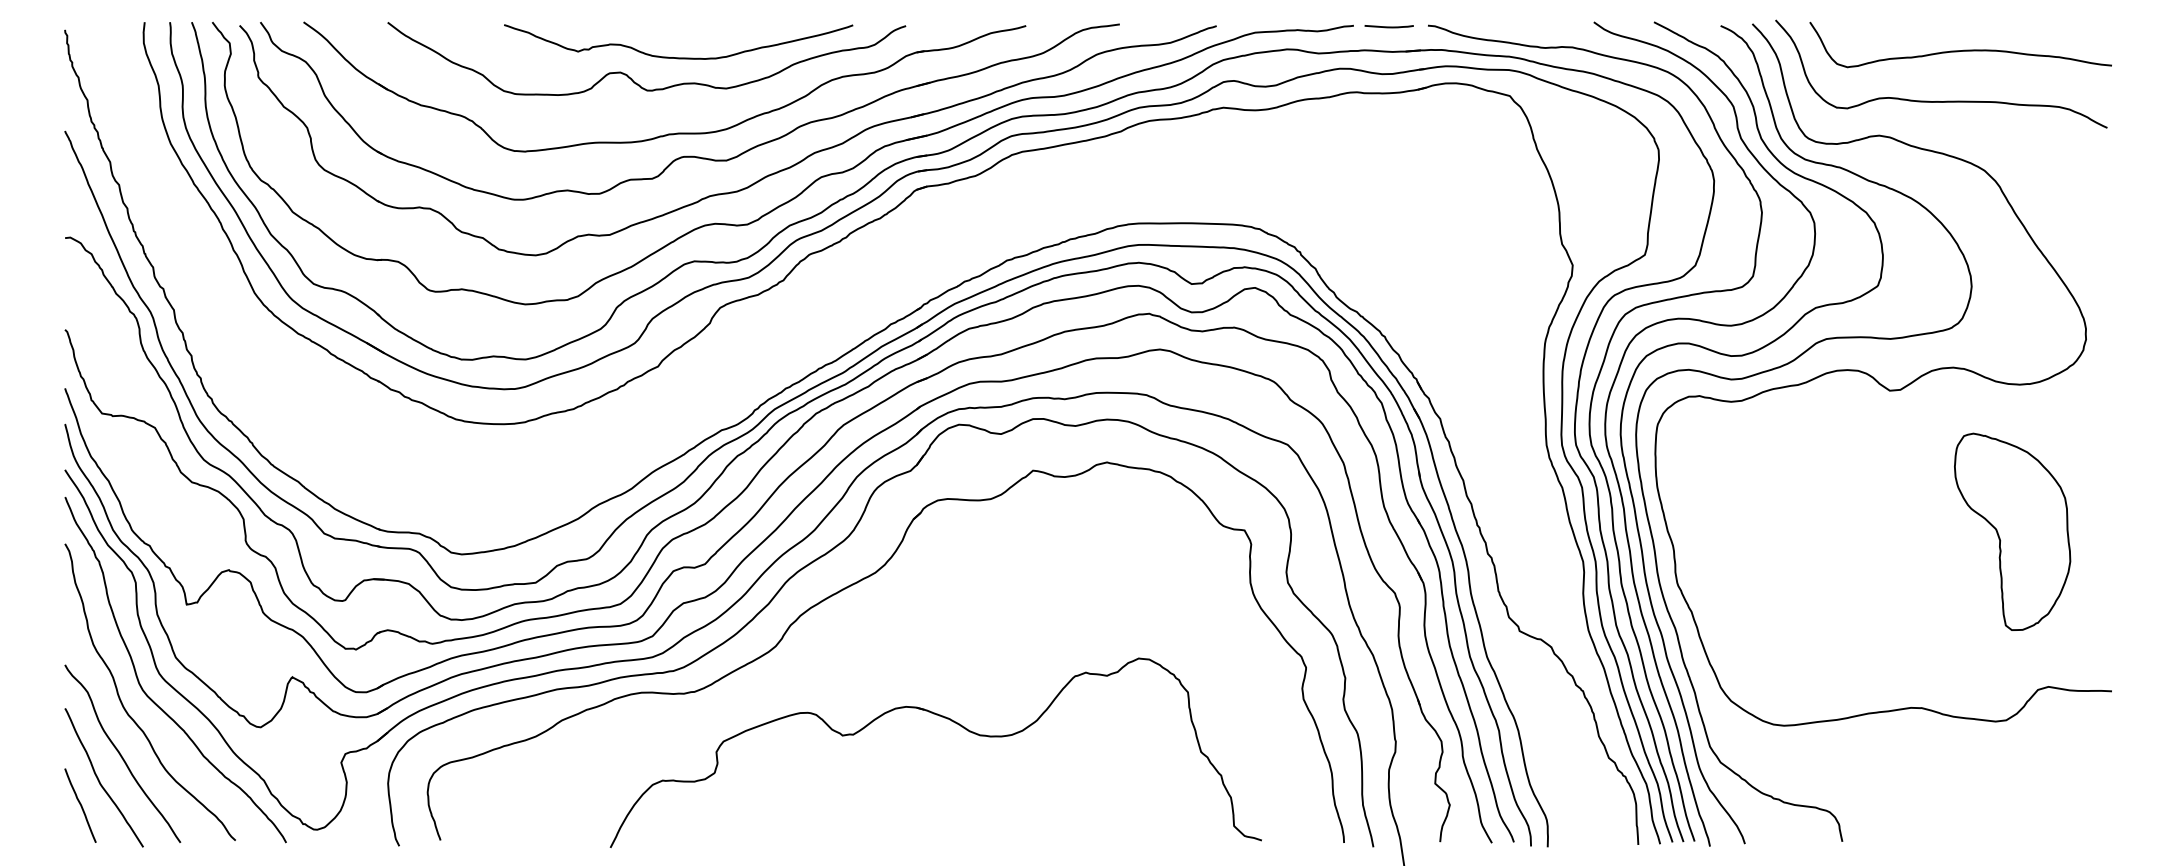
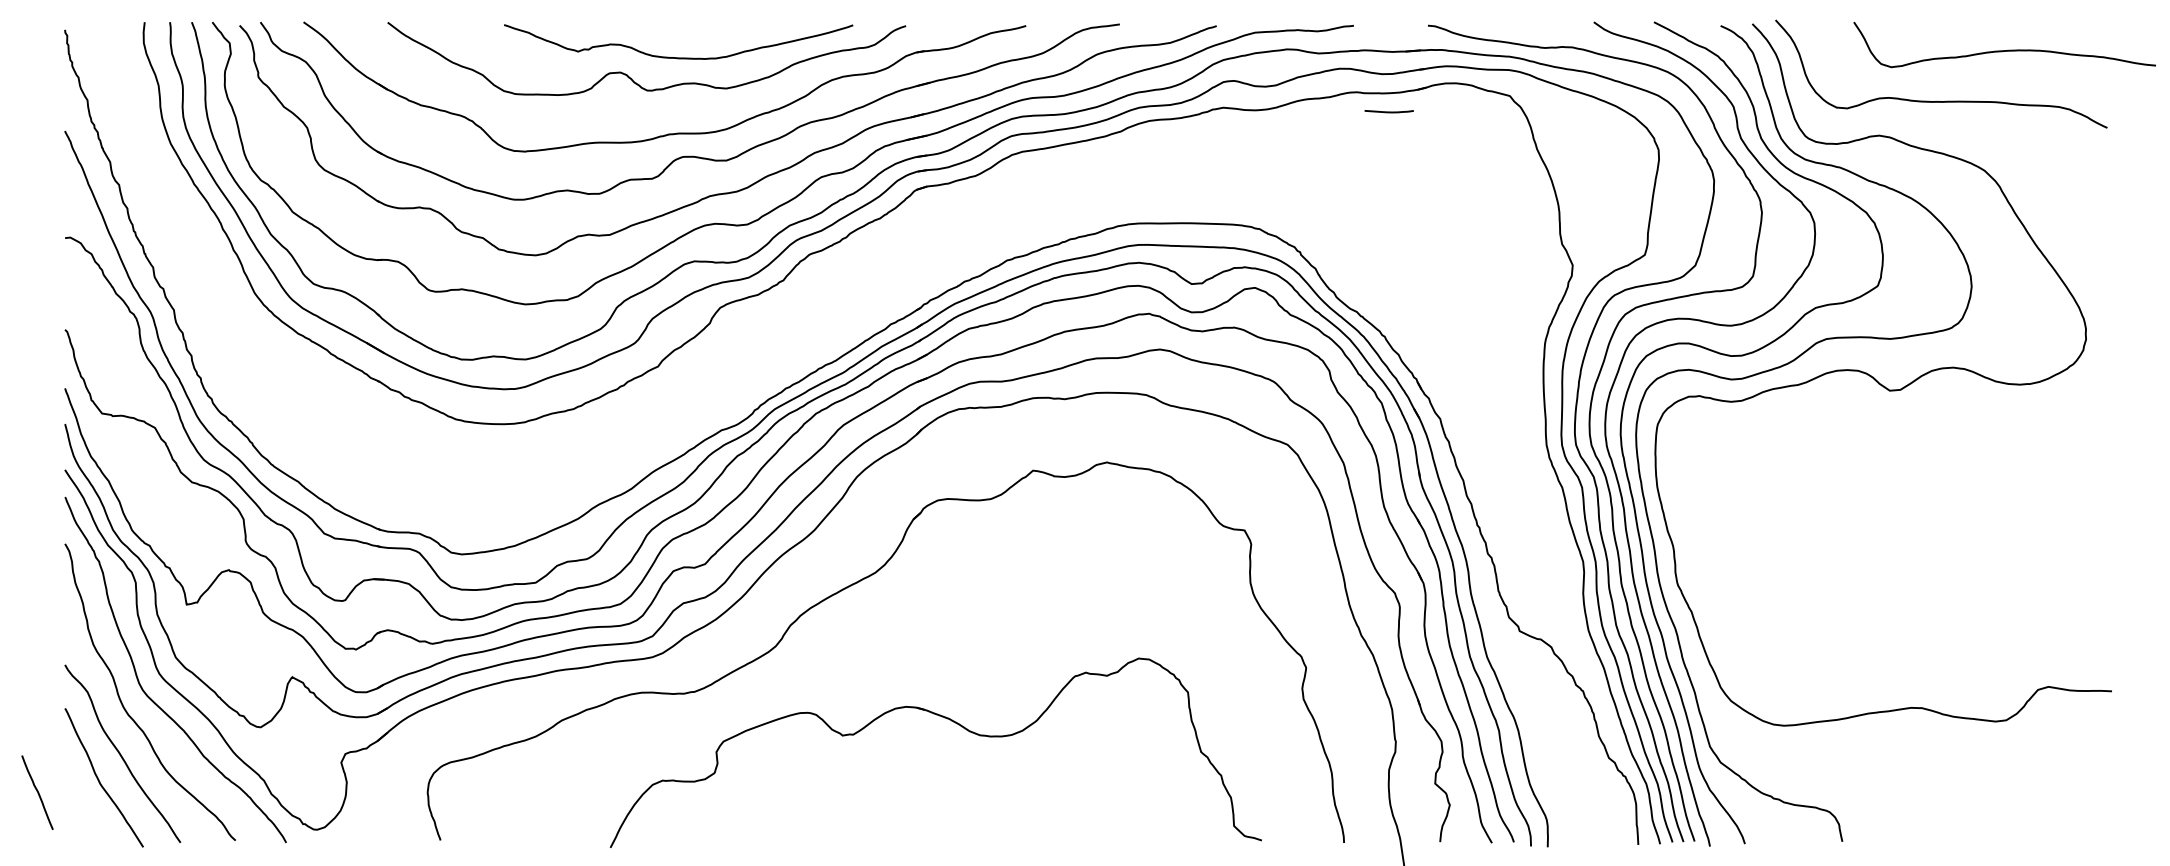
line at (1388, 26) position: (1388, 26) -> (1388, 111)
curve at (1963, 49) position: (1963, 49) -> (2007, 49)
part at (2012, 531): present -> none
part at (828, 553): present -> none
curve at (80, 805) position: (80, 805) -> (37, 792)
